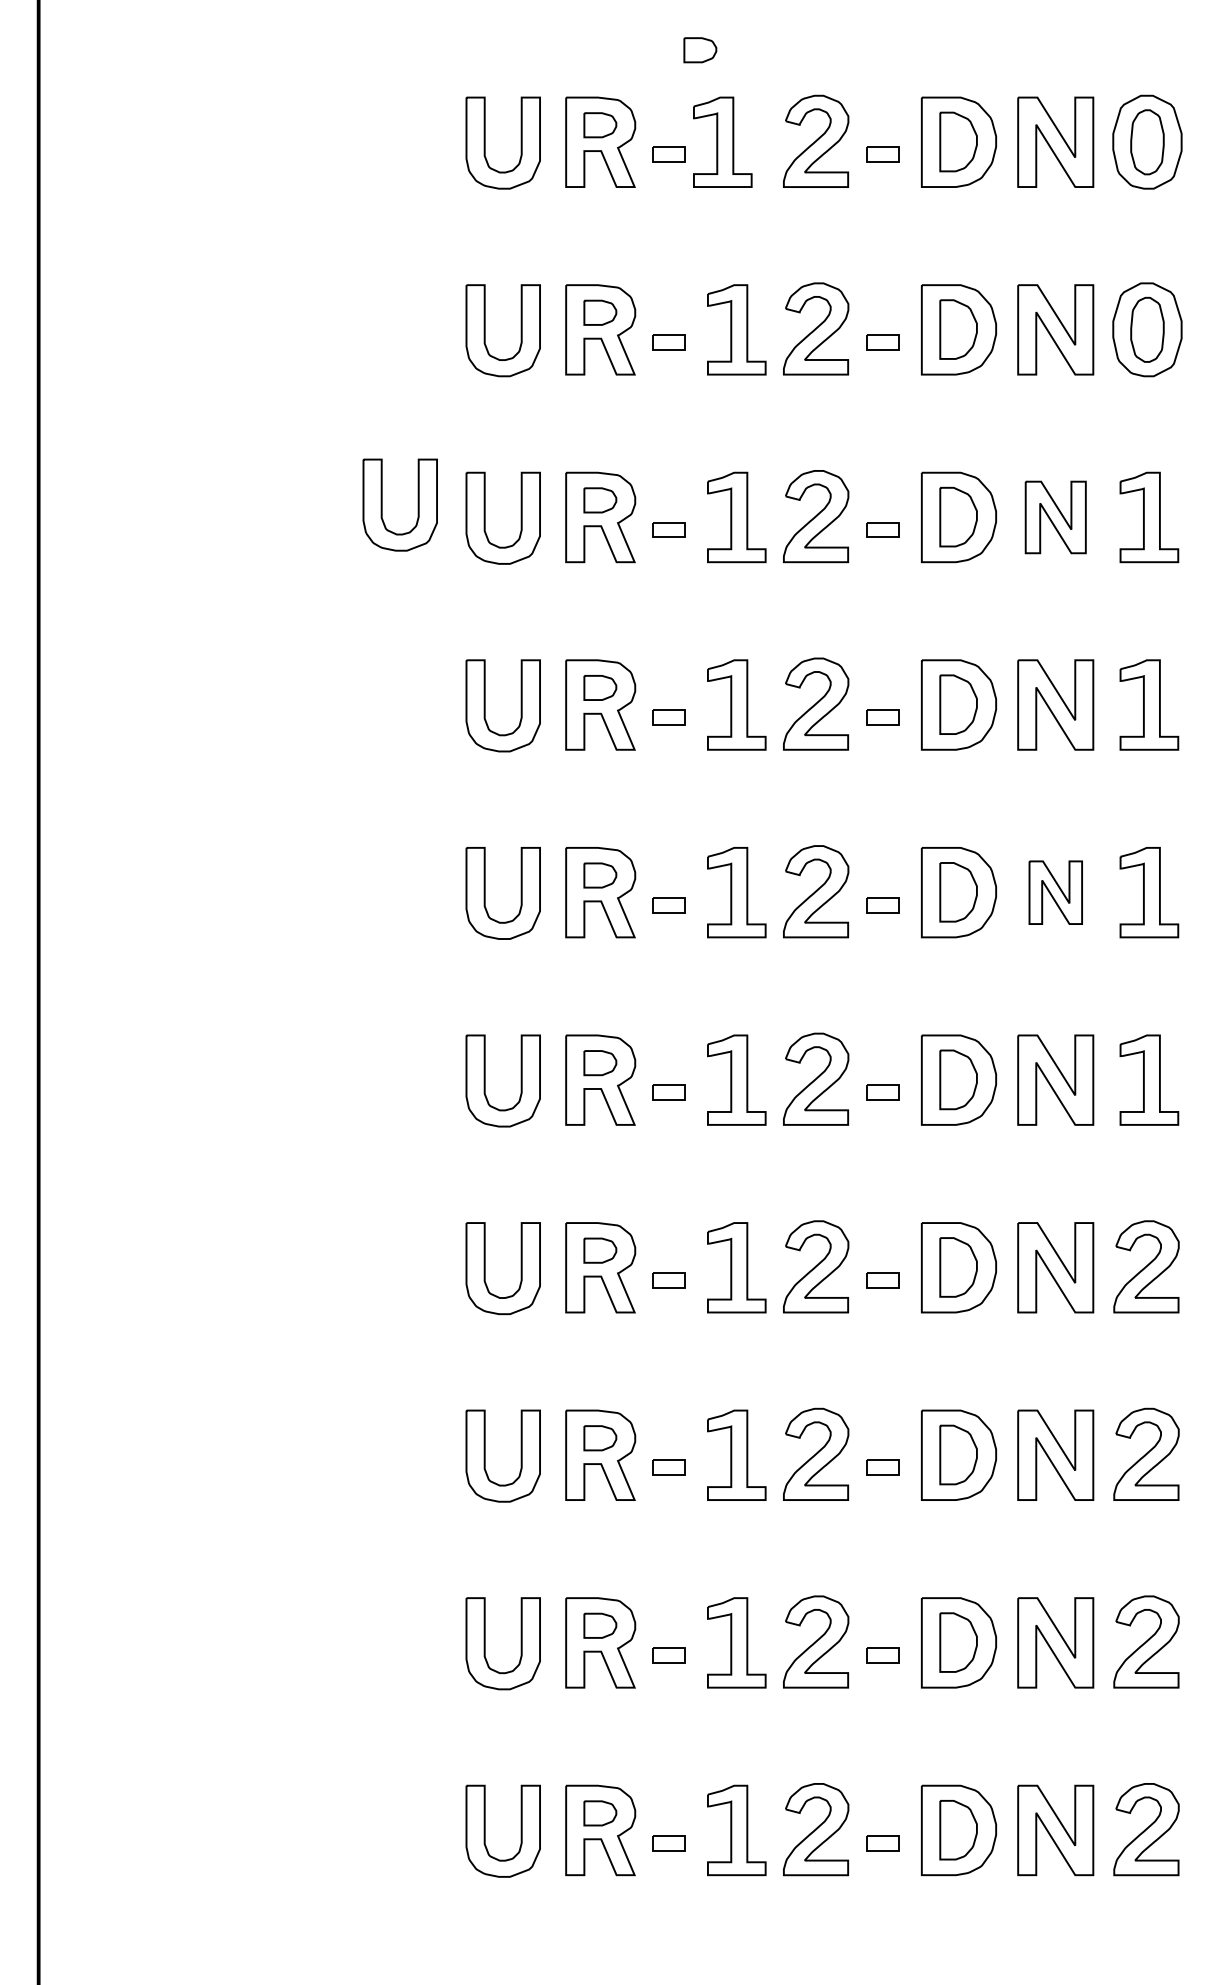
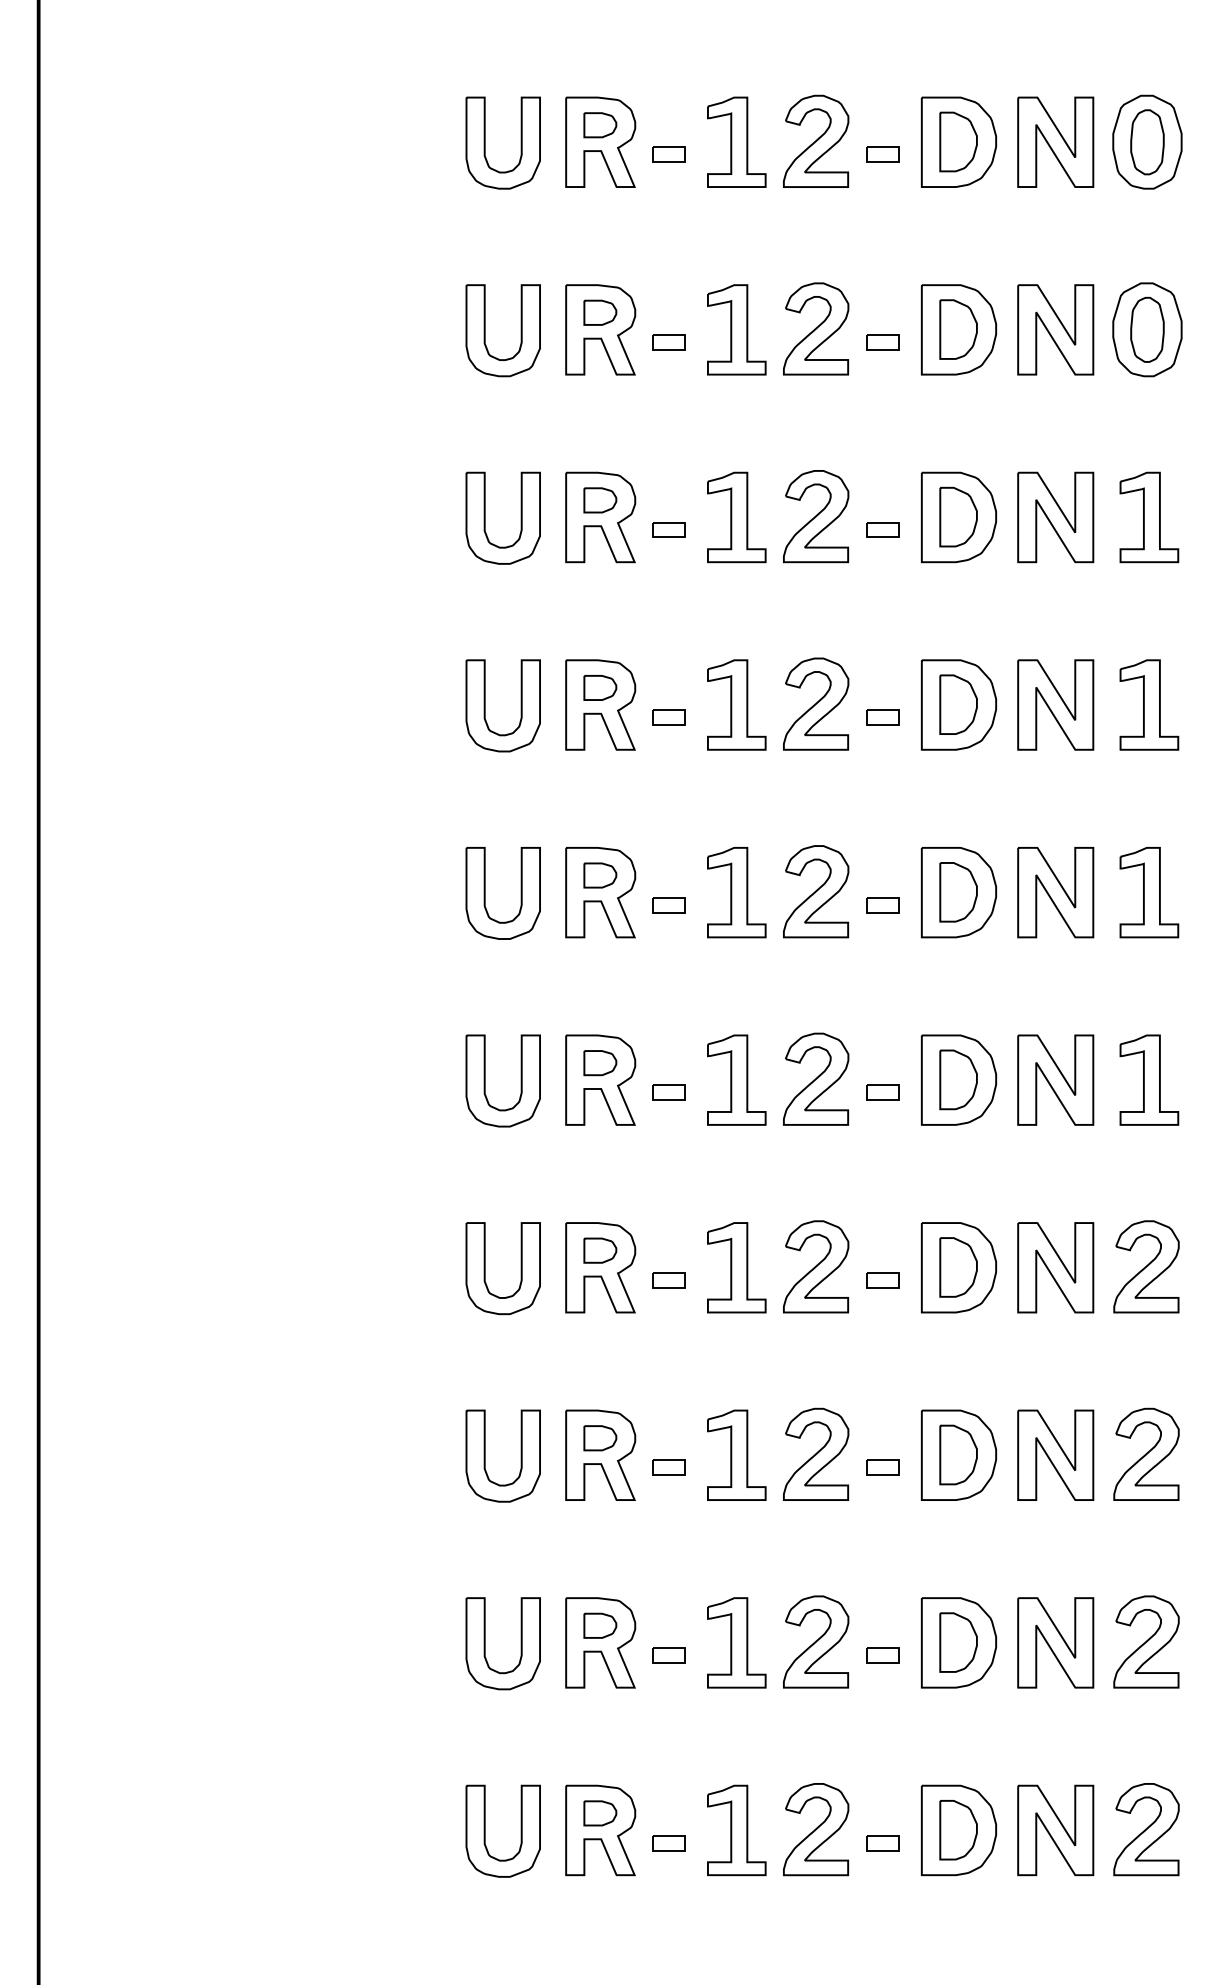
part at (700, 50): present -> none
part at (722, 141) position: (722, 141) -> (736, 141)
part at (382, 504): present -> none
part at (1055, 517) size: 63x75 px -> 78x93 px
part at (1055, 892) size: 55x65 px -> 78x92 px
